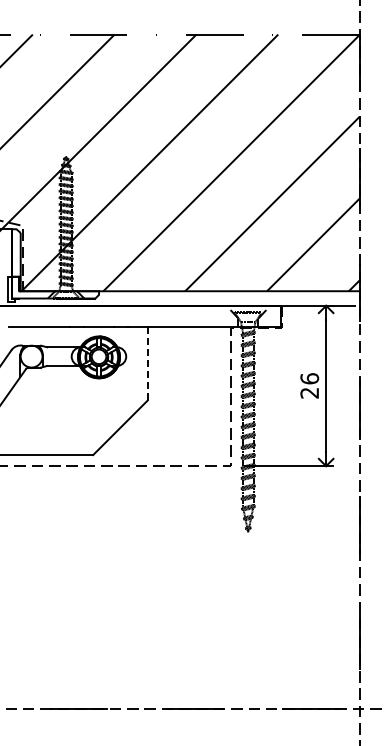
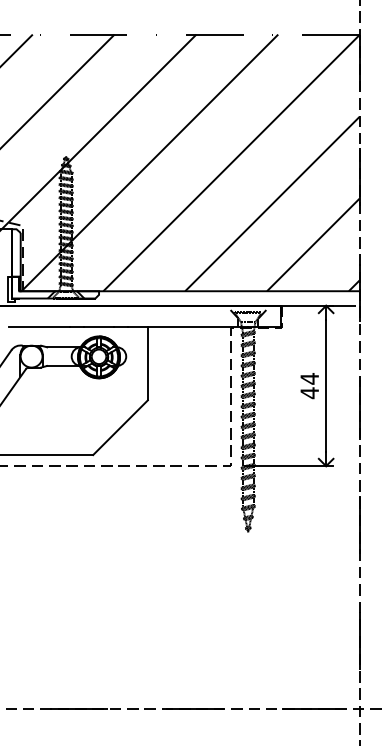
line at (147, 363): dashed -> solid
text at (309, 386): 26 -> 44
